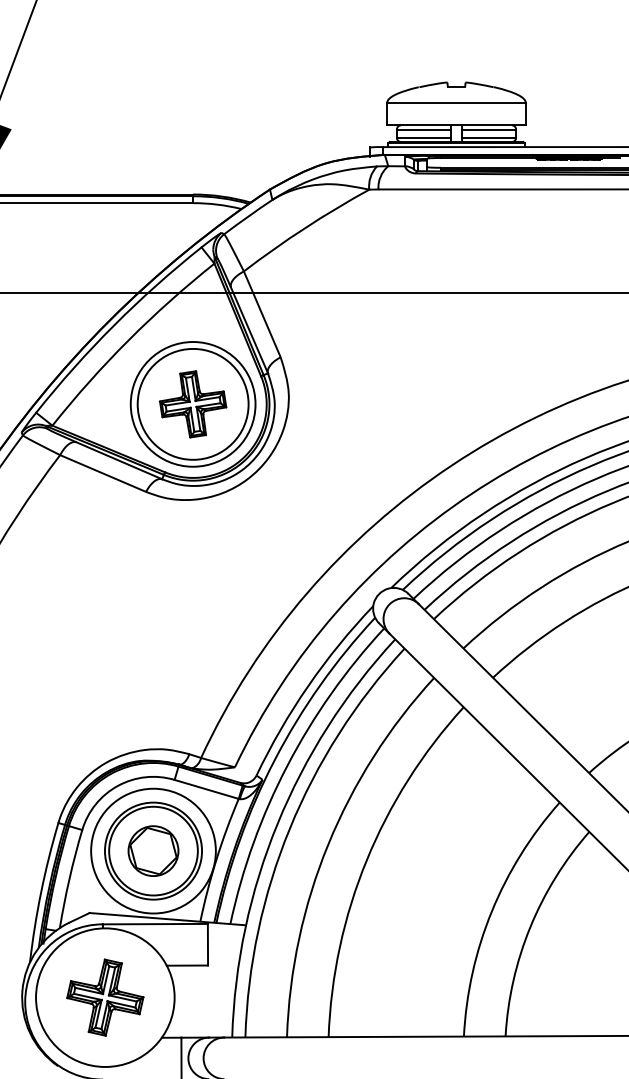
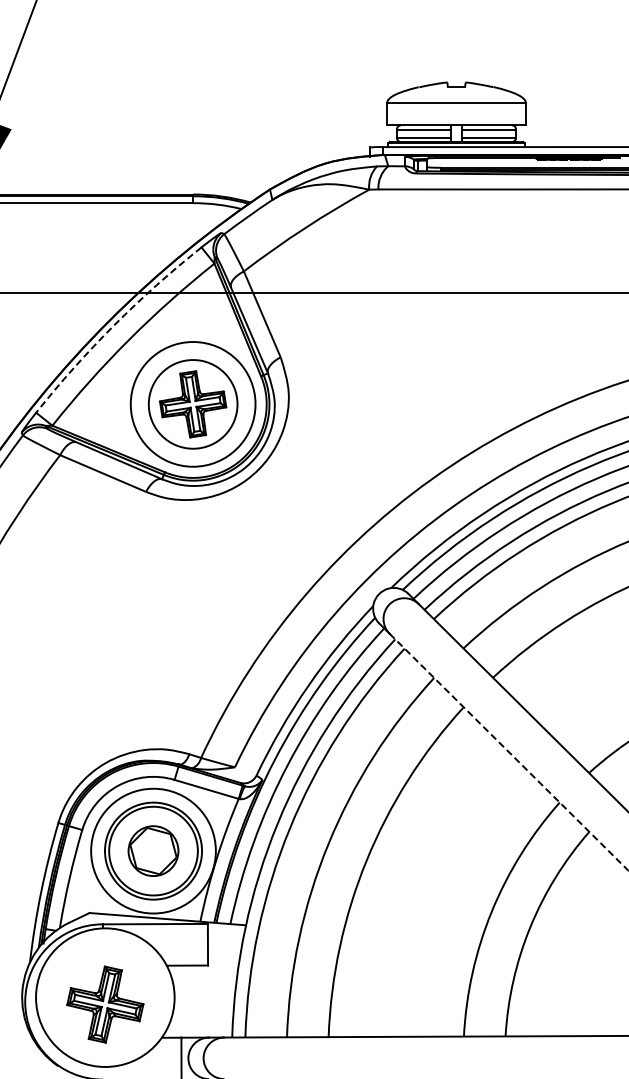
arc at (114, 325): solid -> dashed
circle at (192, 403) diameter: 111 px -> 89 px
line at (509, 752): solid -> dashed
part at (105, 997) position: (105, 997) -> (105, 1004)
